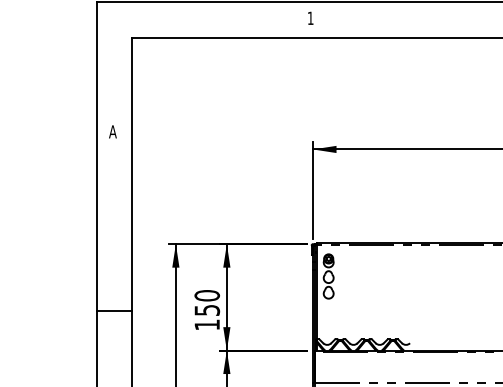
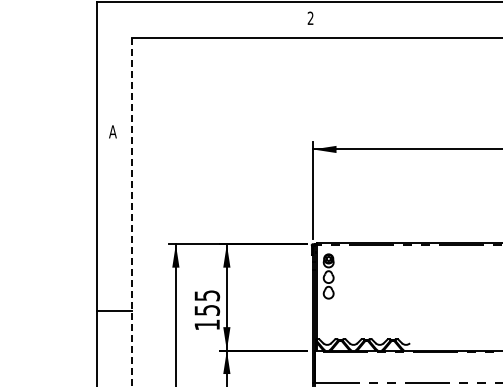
text at (310, 17): 1 -> 2
line at (132, 212): solid -> dashed
text at (207, 295): 150 -> 155
